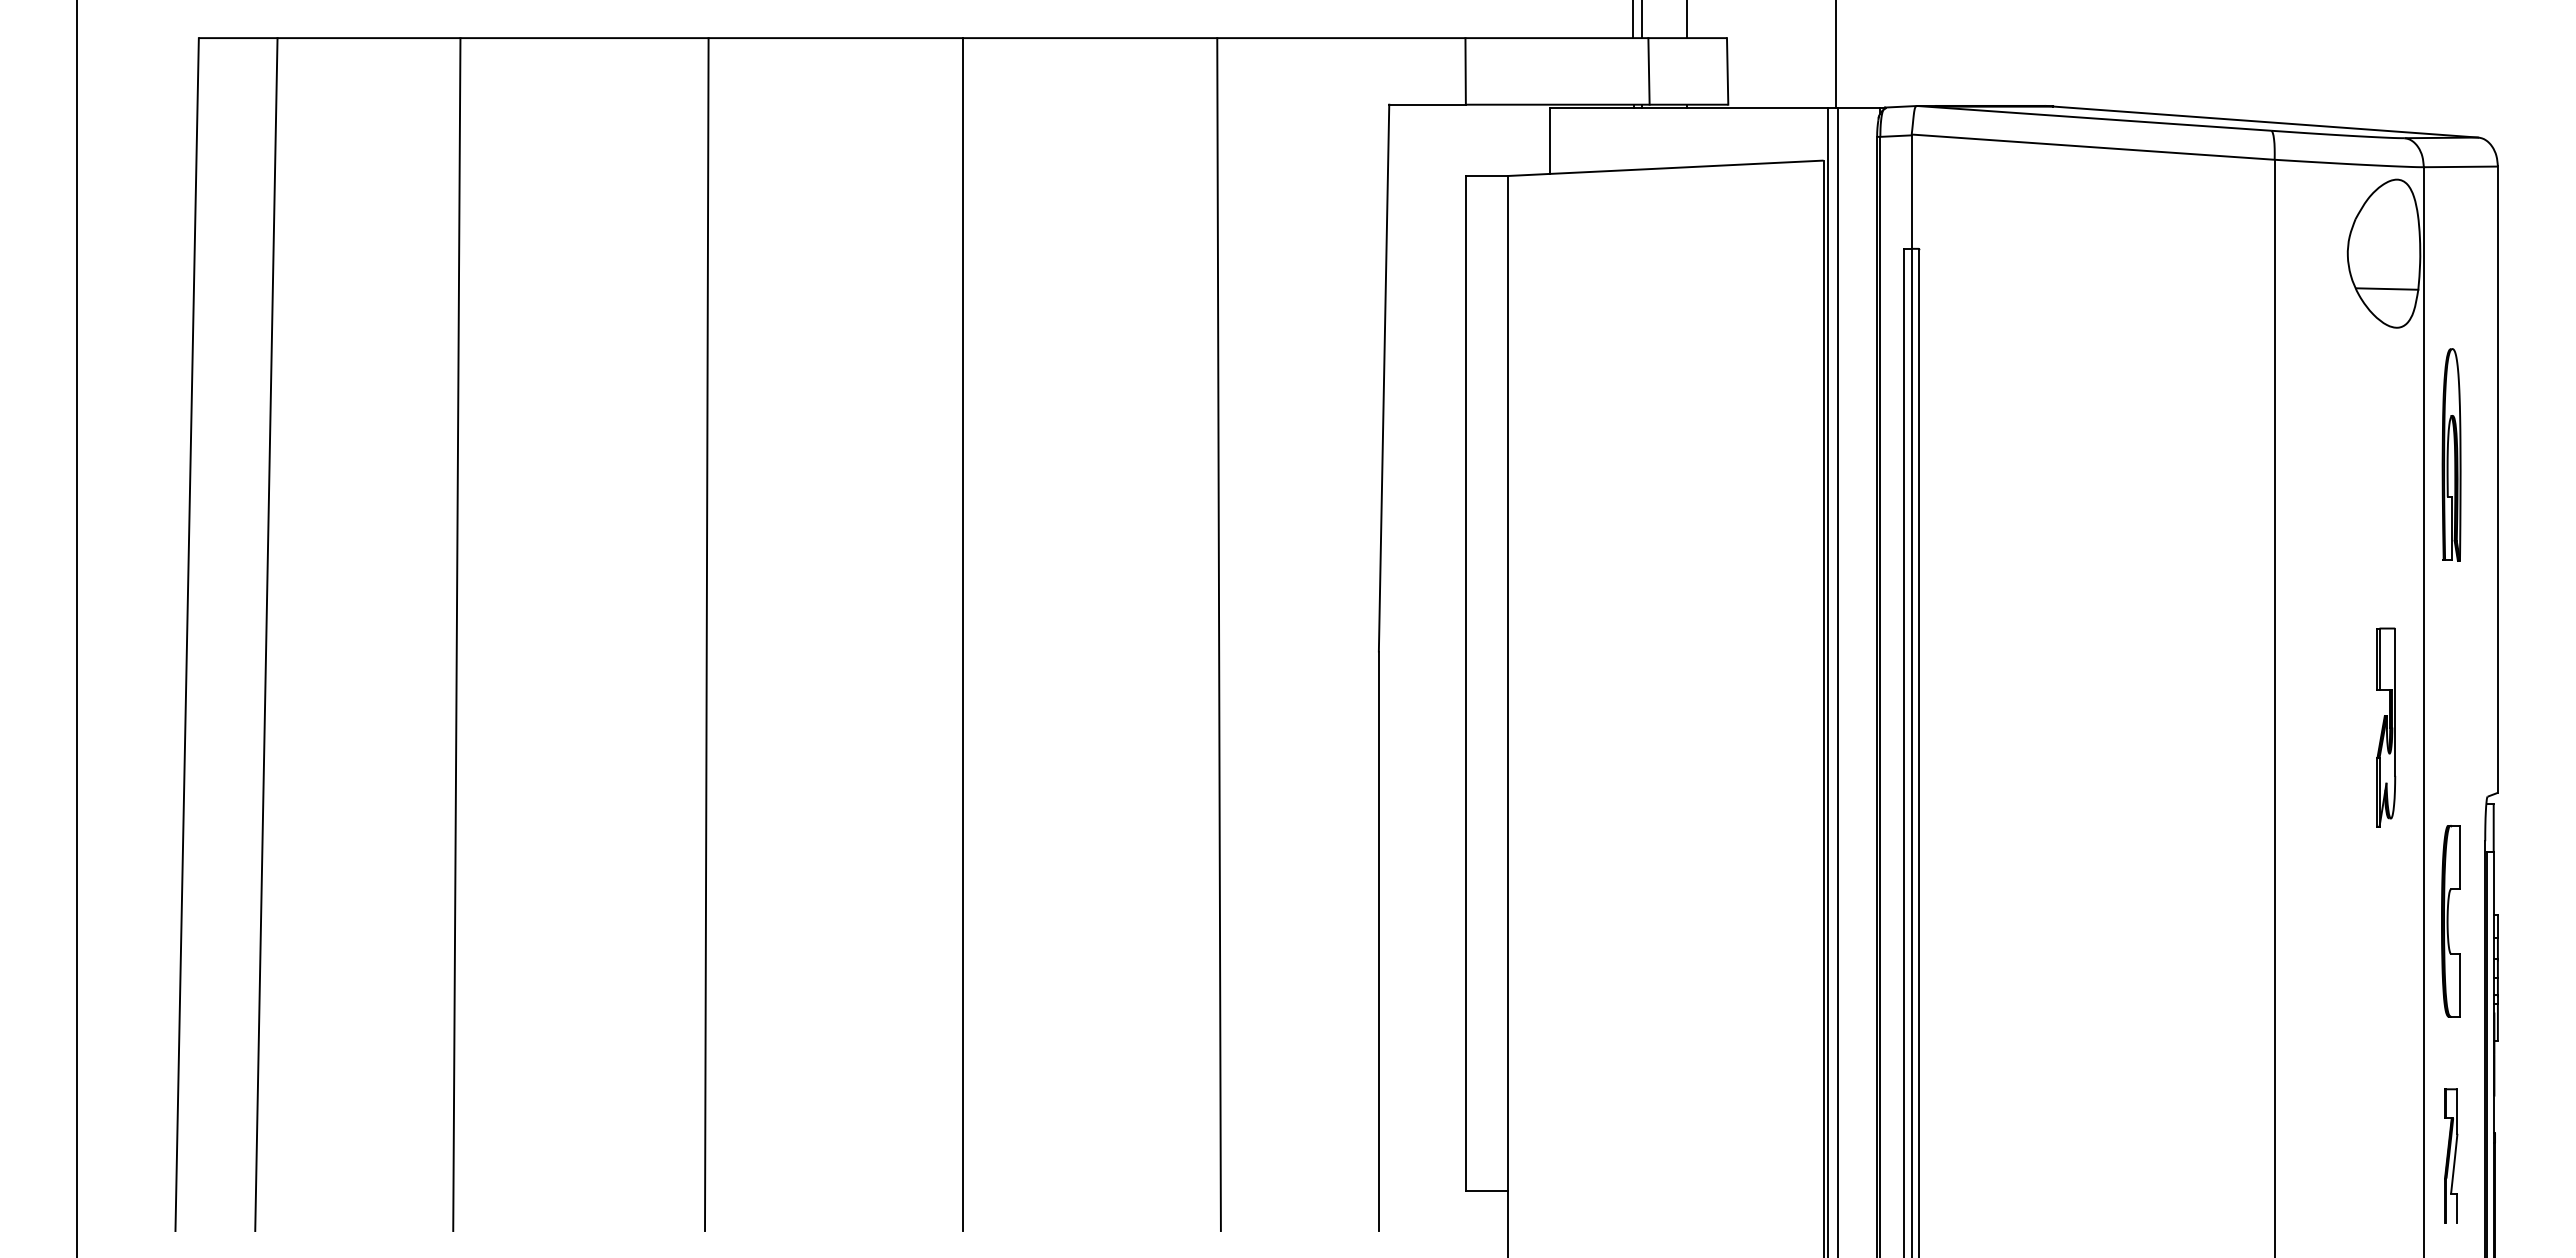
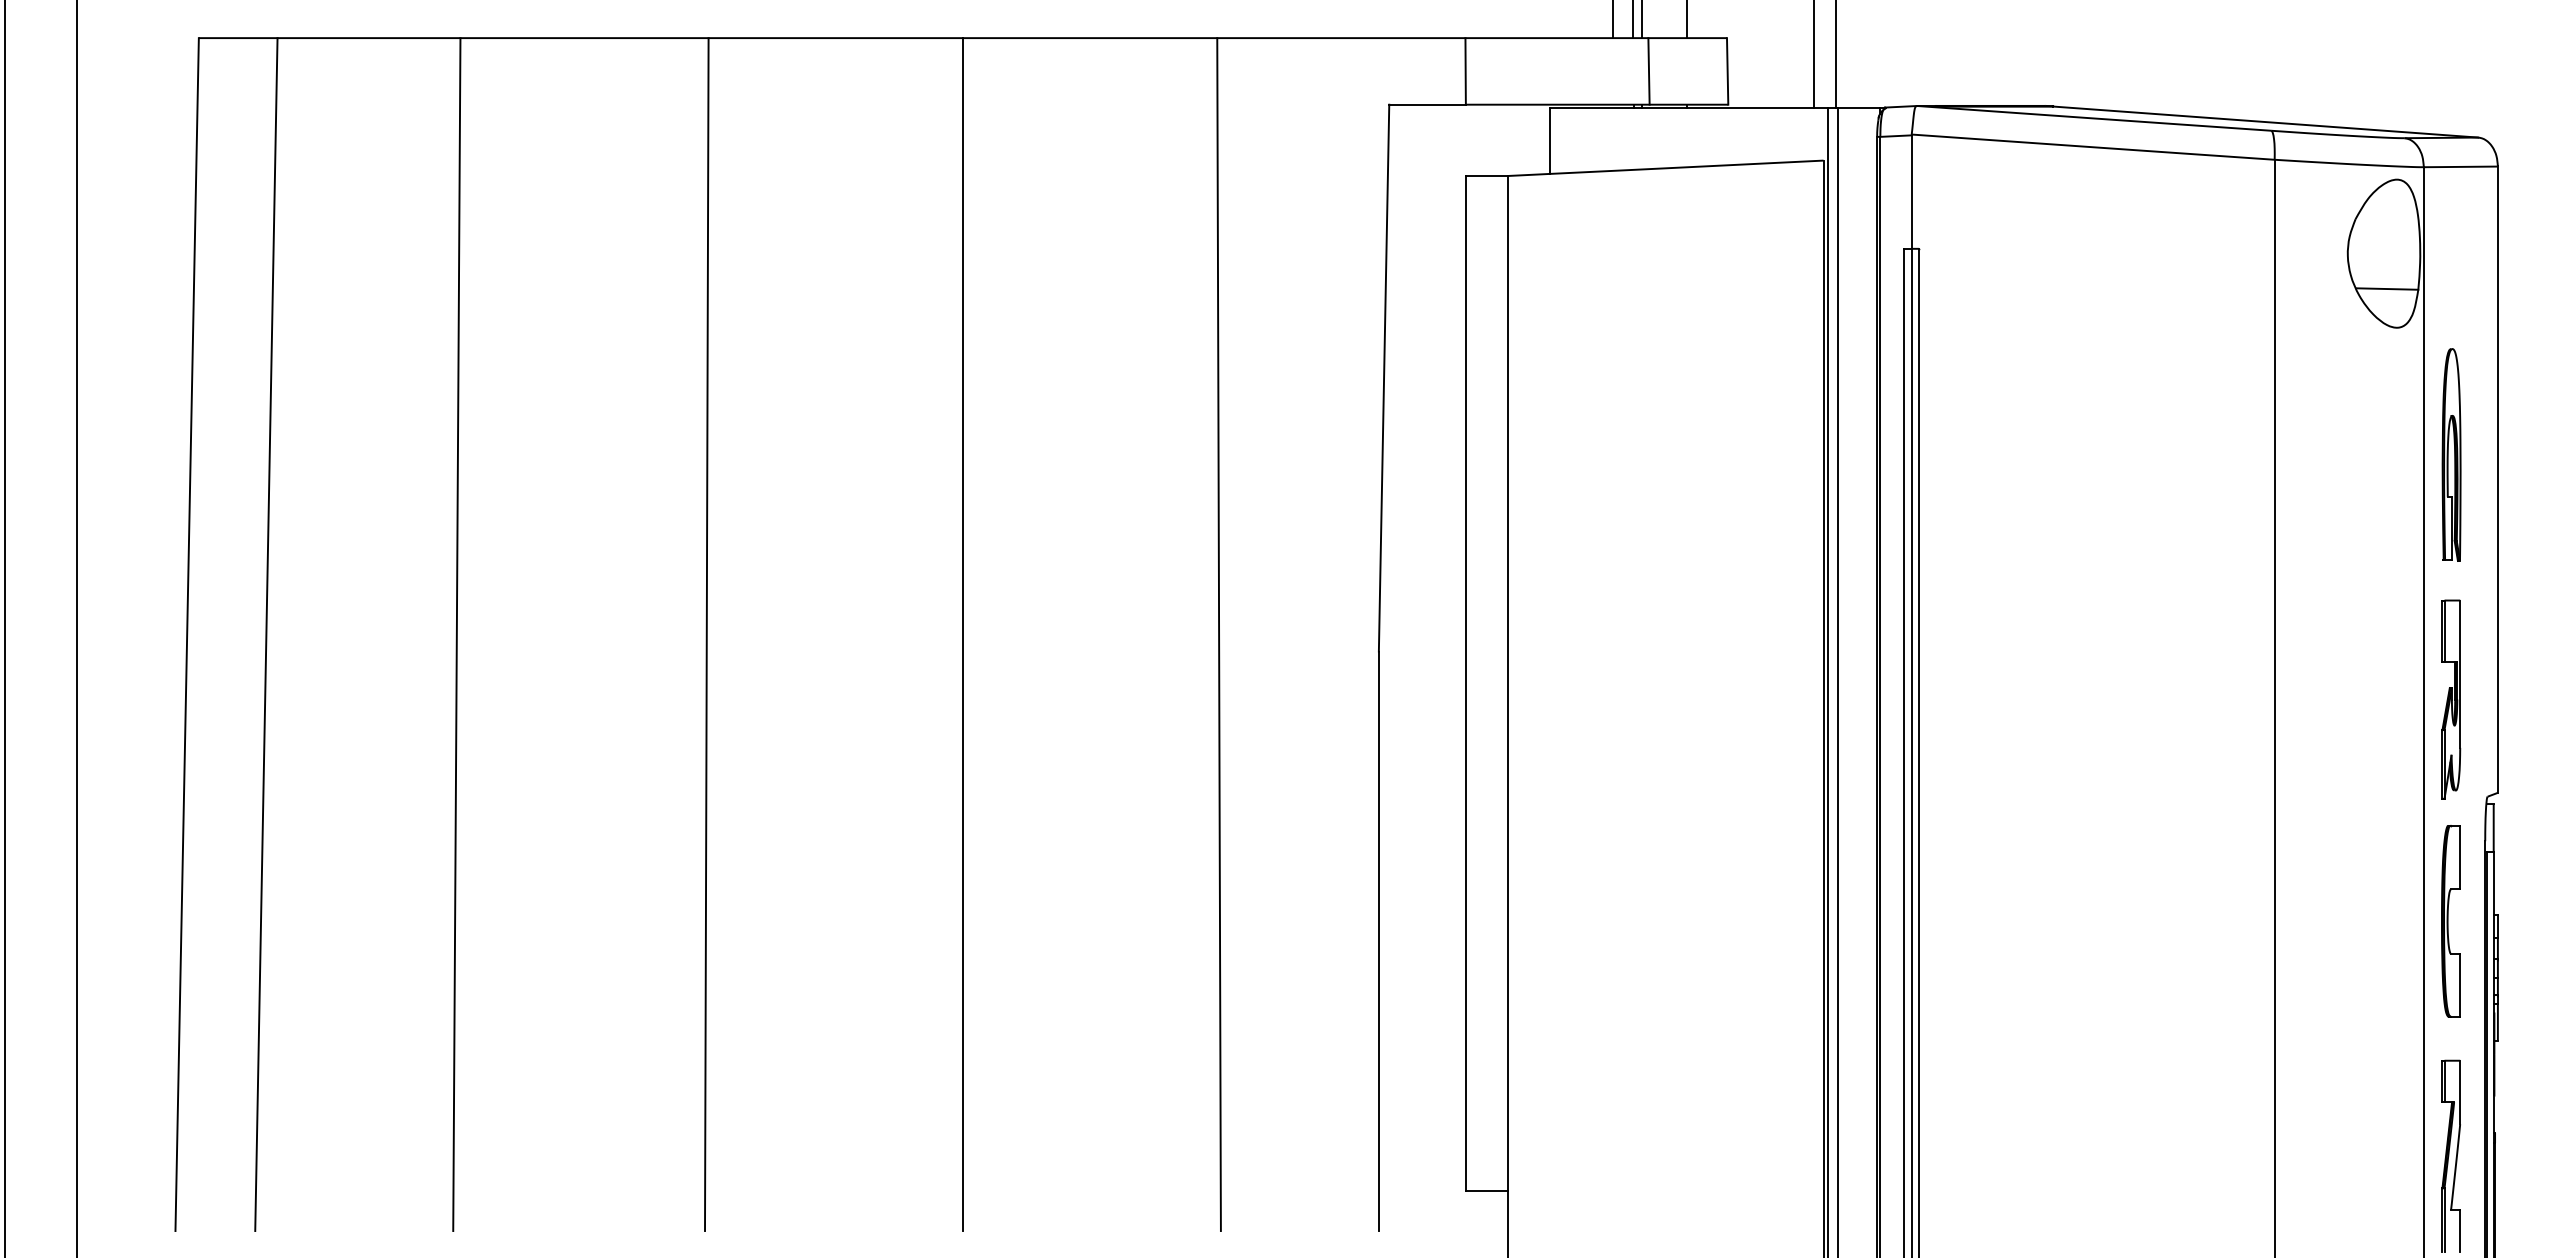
line at (1613, 20): none -> present
line at (1813, 55): none -> present
line at (5, 628): none -> present
part at (2386, 727) position: (2386, 727) -> (2451, 699)
part at (2451, 1155) size: 15x136 px -> 20x194 px
